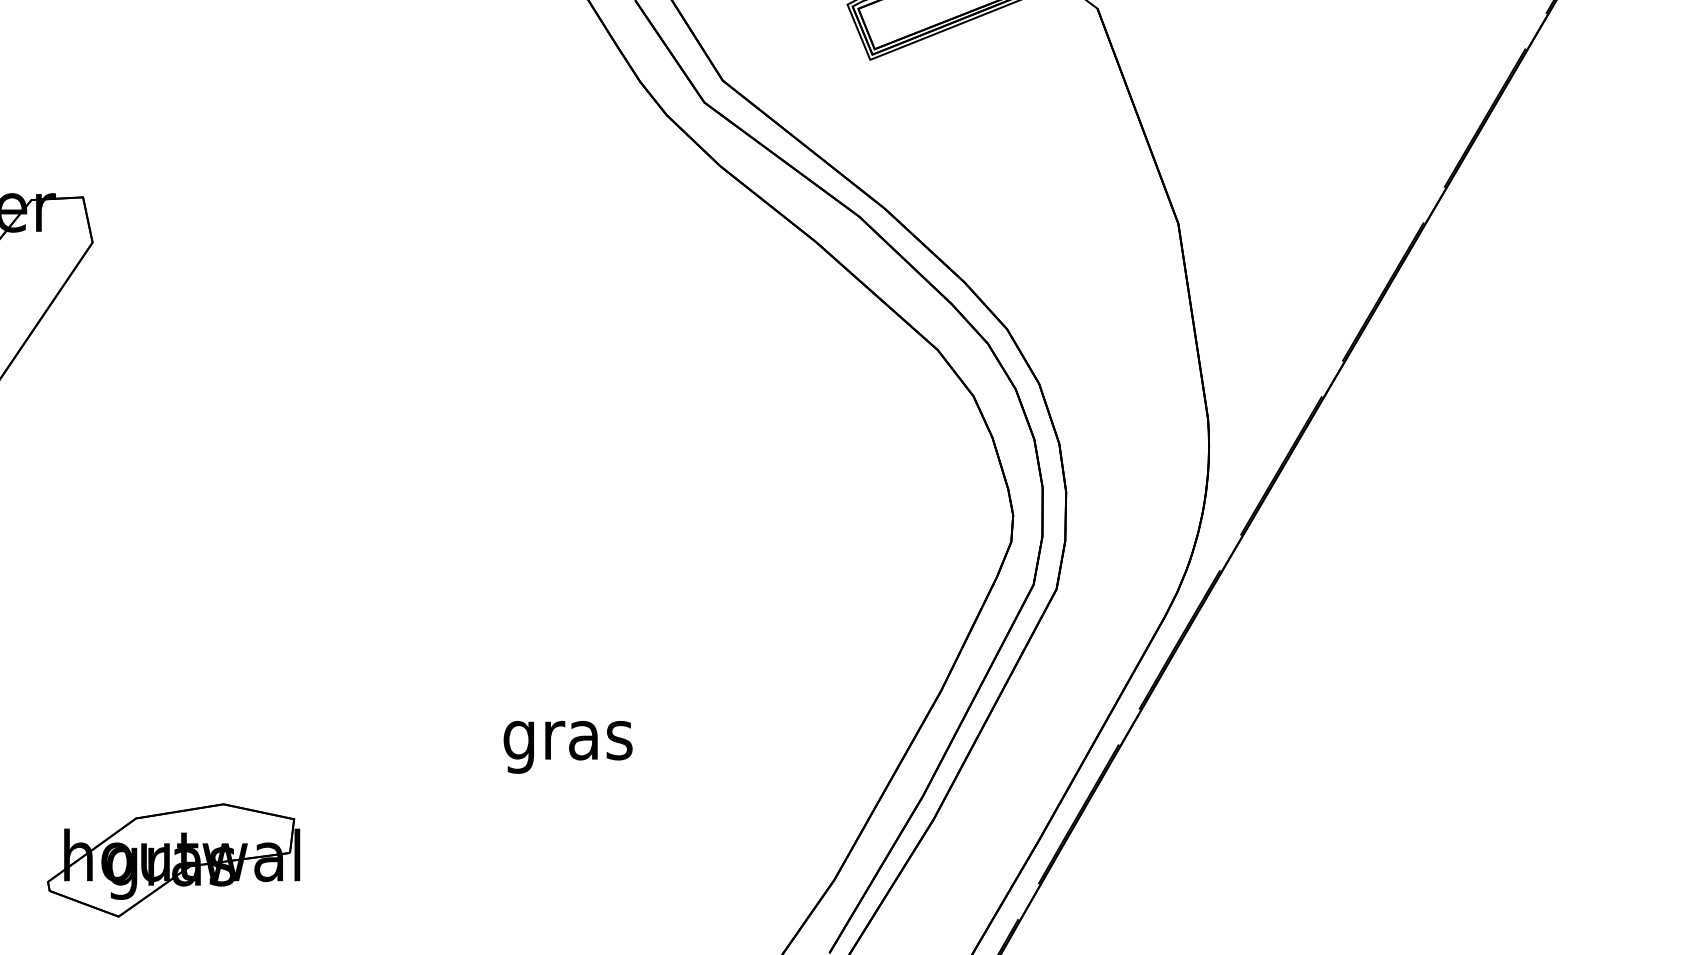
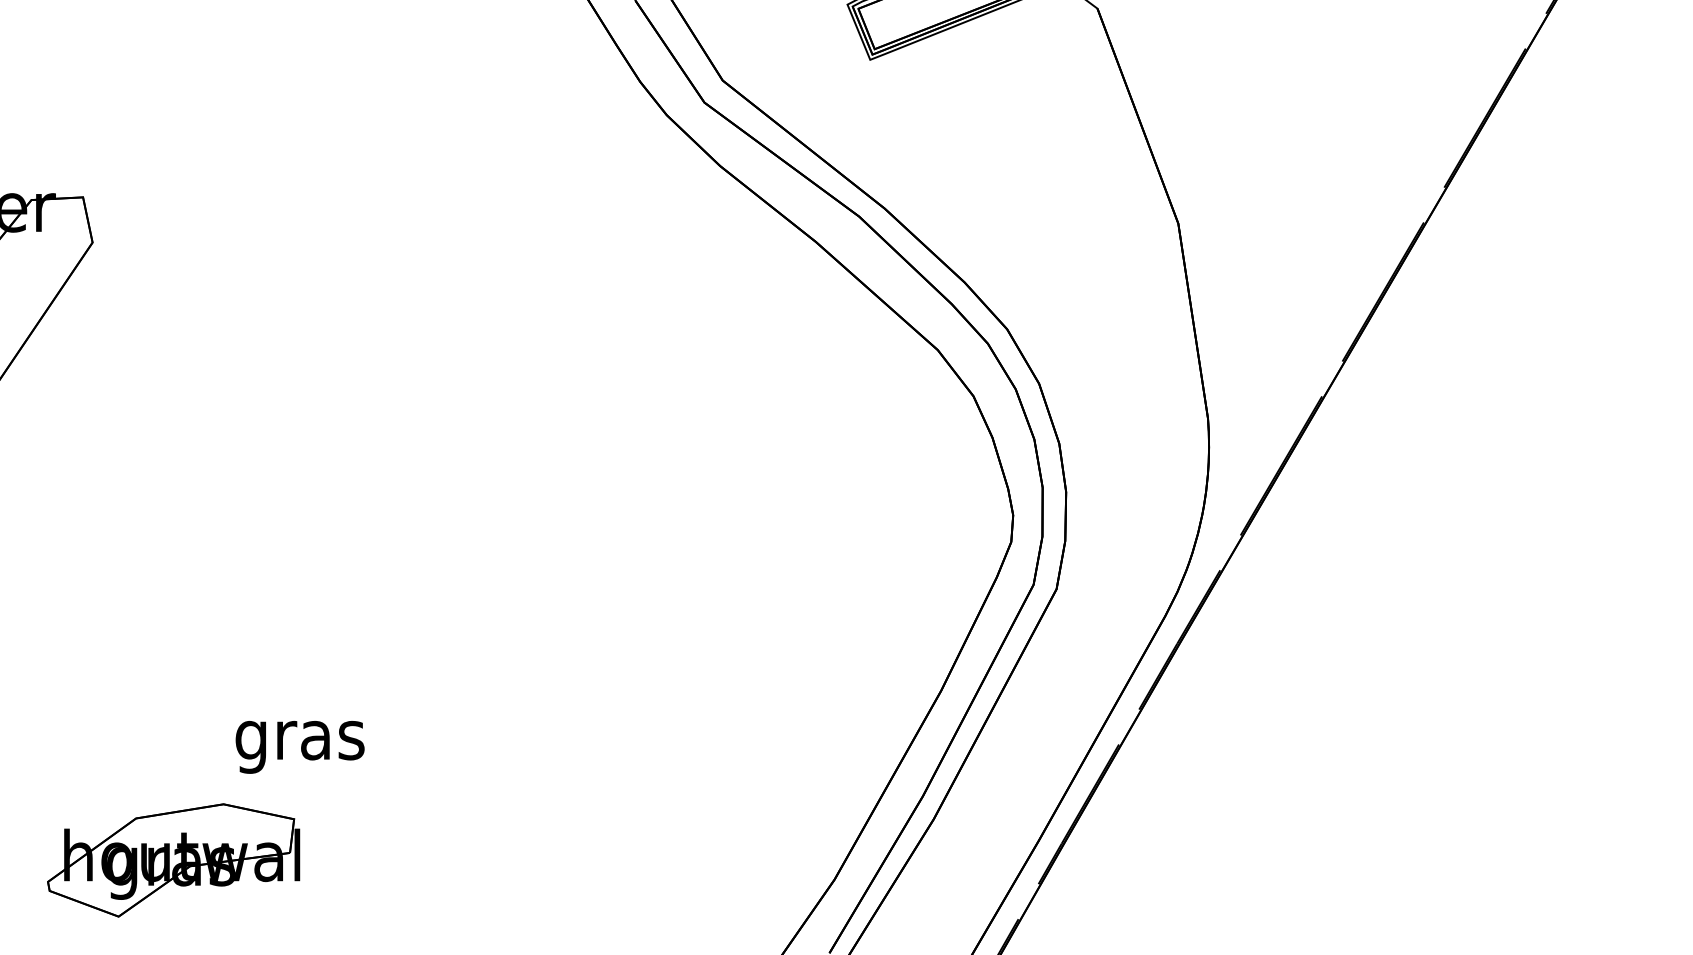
text at (567, 747) position: (567, 747) -> (299, 747)
